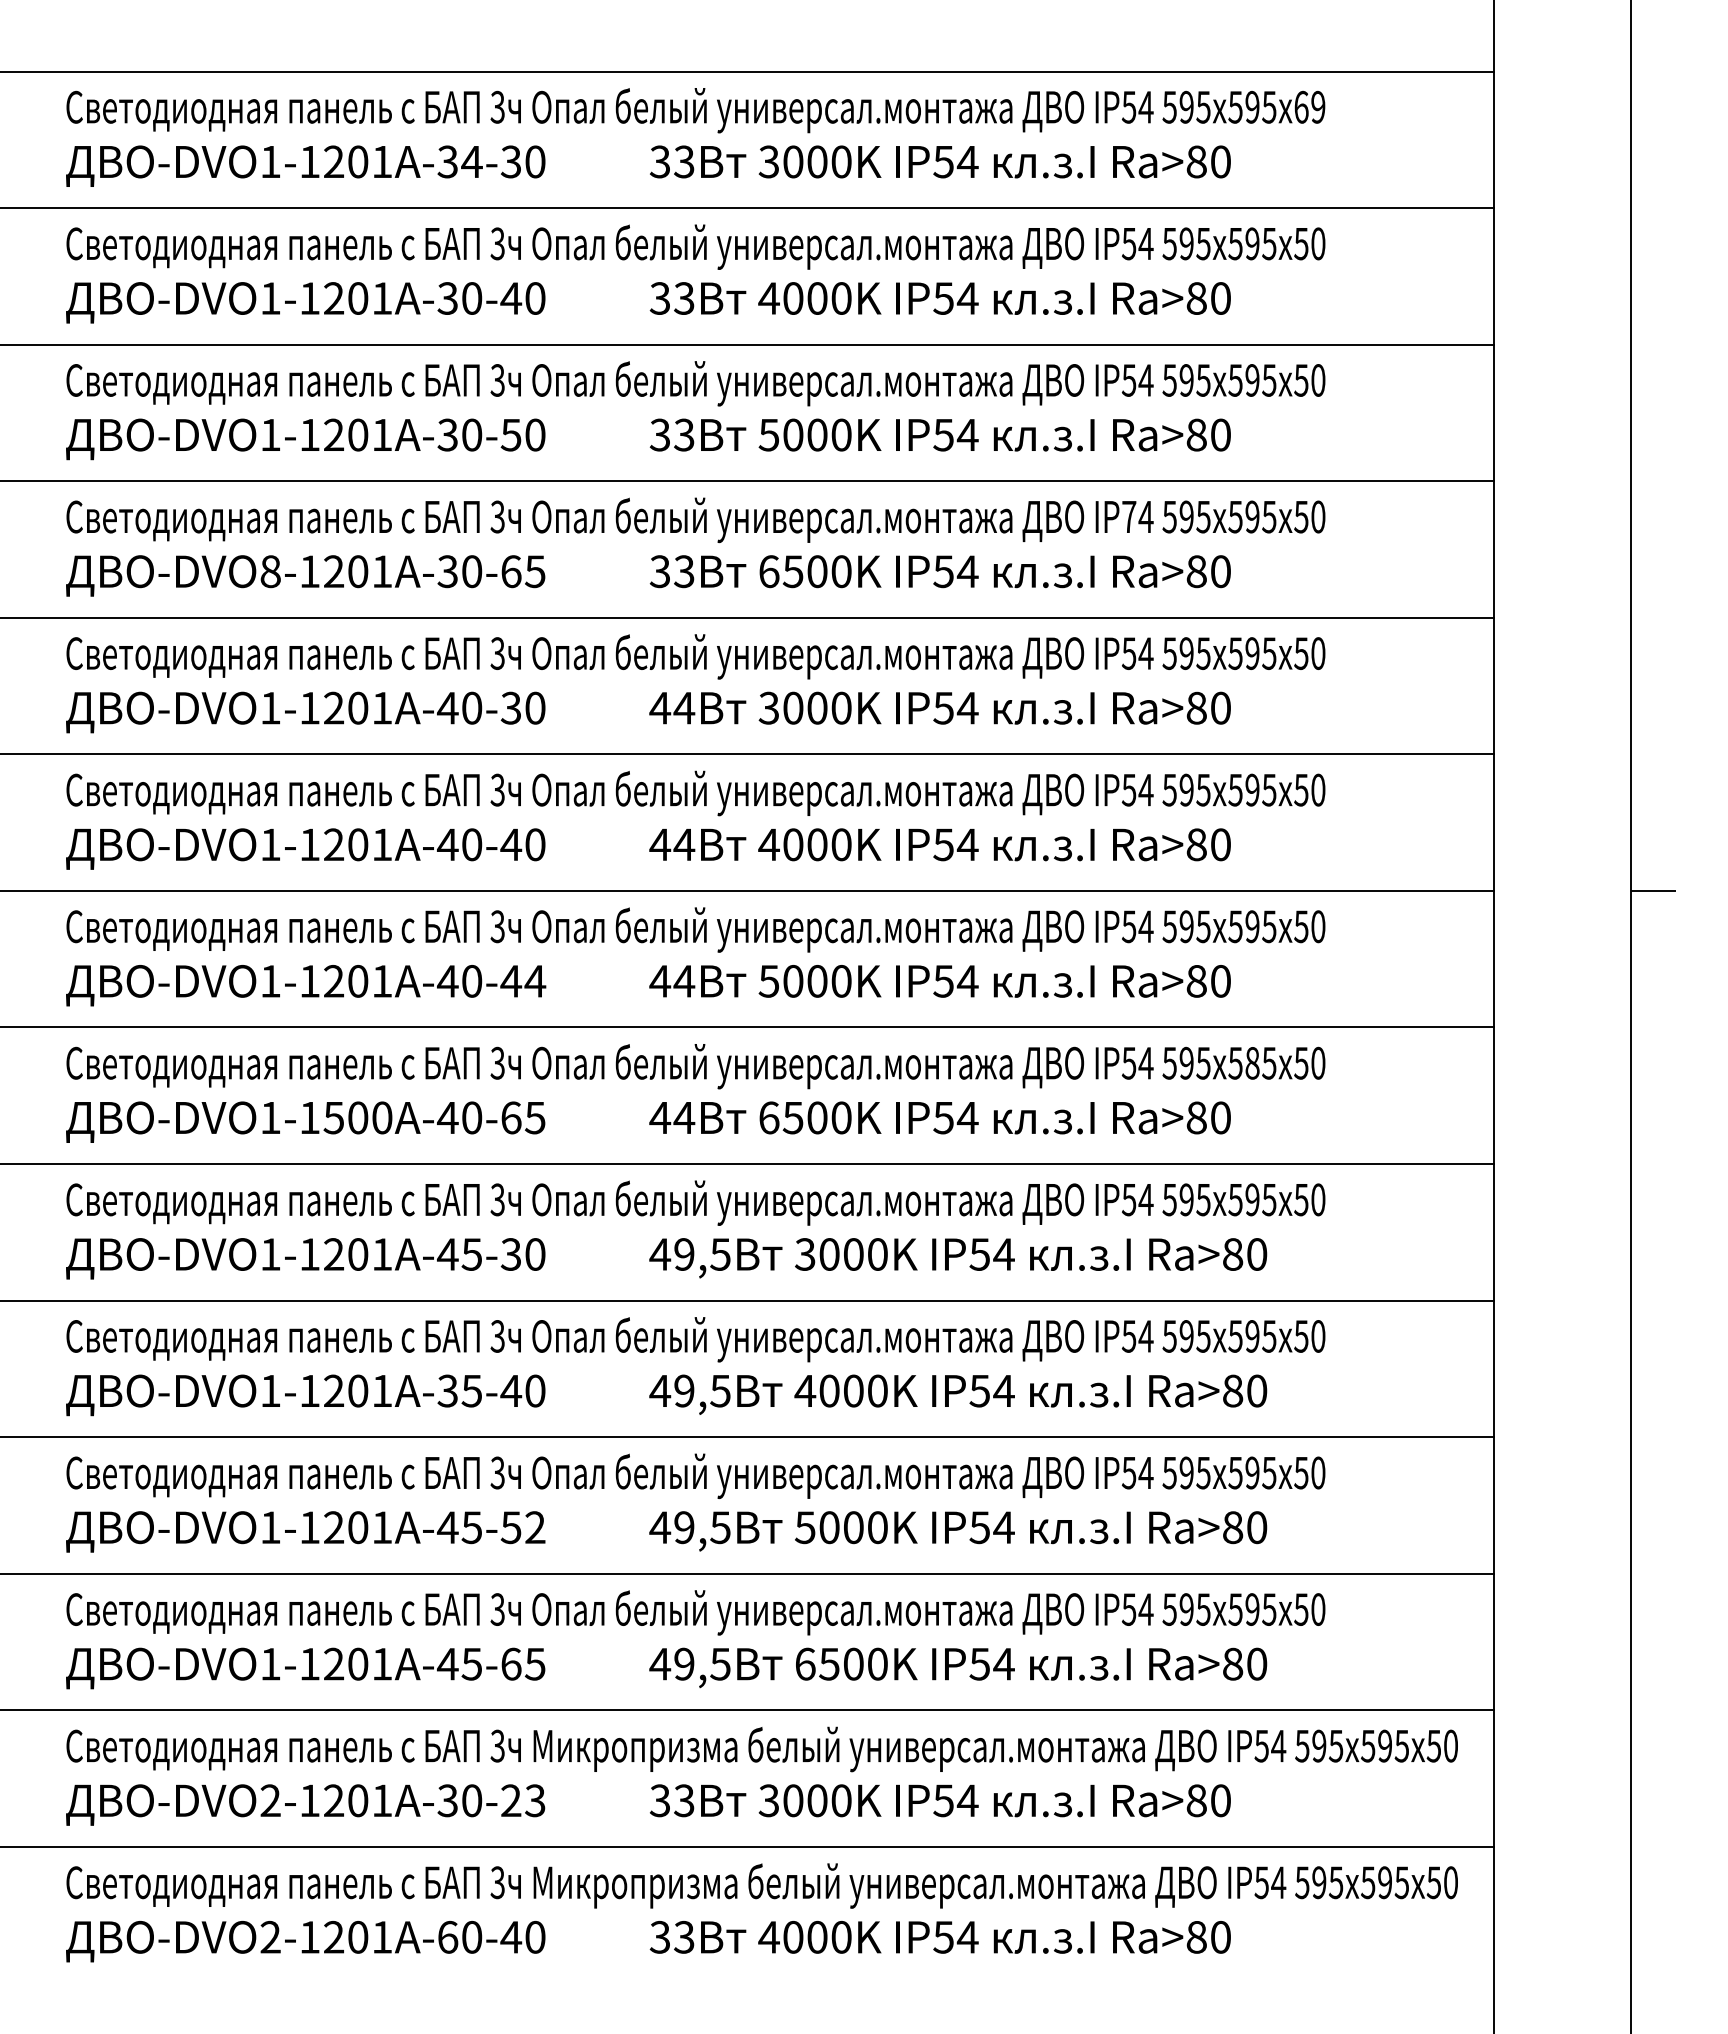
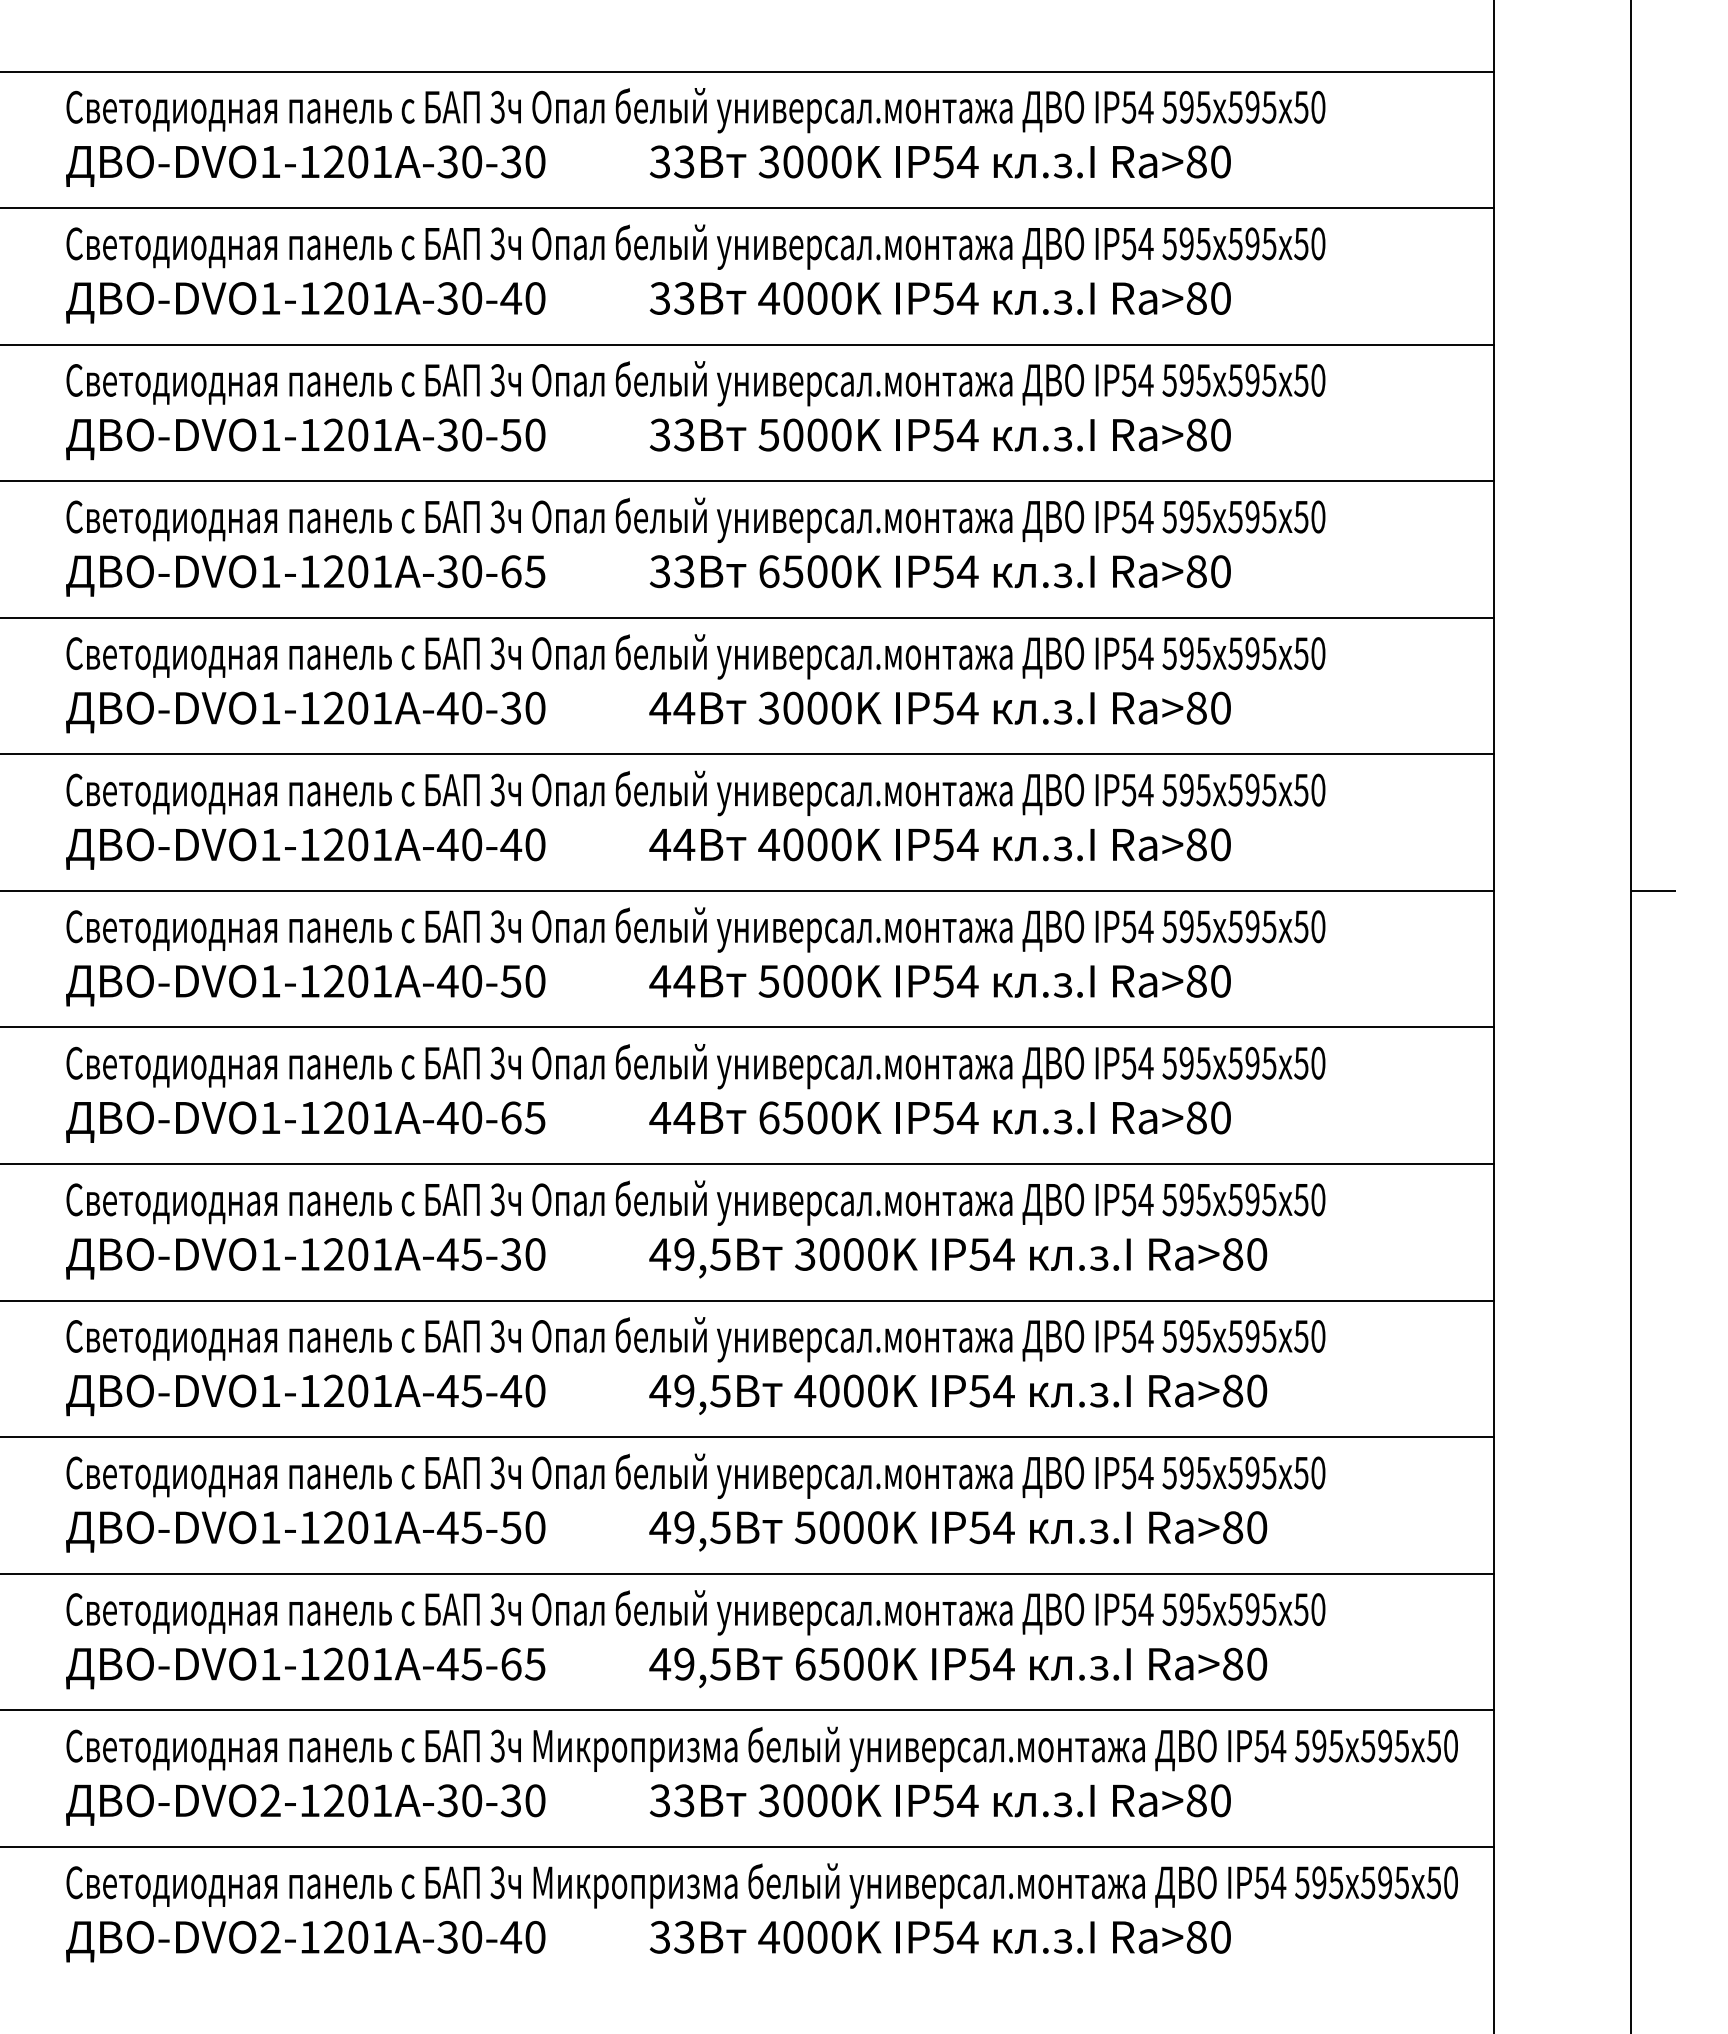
text at (1309, 106): 69 -> 50
text at (471, 161): -DVO1-1201A-34-30 -> -DVO1-1201A-30-30
text at (1128, 517): IP74 -> IP54
text at (270, 571): -DVO8-1201A-30-65 -> -DVO1-1201A-30-65
text at (523, 980): -DVO1-1201A-40-44 -> -DVO1-1201A-40-50
text at (1252, 1062): 585 -> 595
text at (357, 1117): -DVO1-1500A-40-65 -> -DVO1-1201A-40-65
text at (447, 1390): -DVO1-1201A-35-40 -> -DVO1-1201A-45-40
text at (535, 1527): -DVO1-1201A-45-52 -> -DVO1-1201A-45-50
text at (522, 1800): -DVO2-1201A-30-23 -> -DVO2-1201A-30-30
text at (447, 1936): -DVO2-1201A-60-40 -> -DVO2-1201A-30-40
